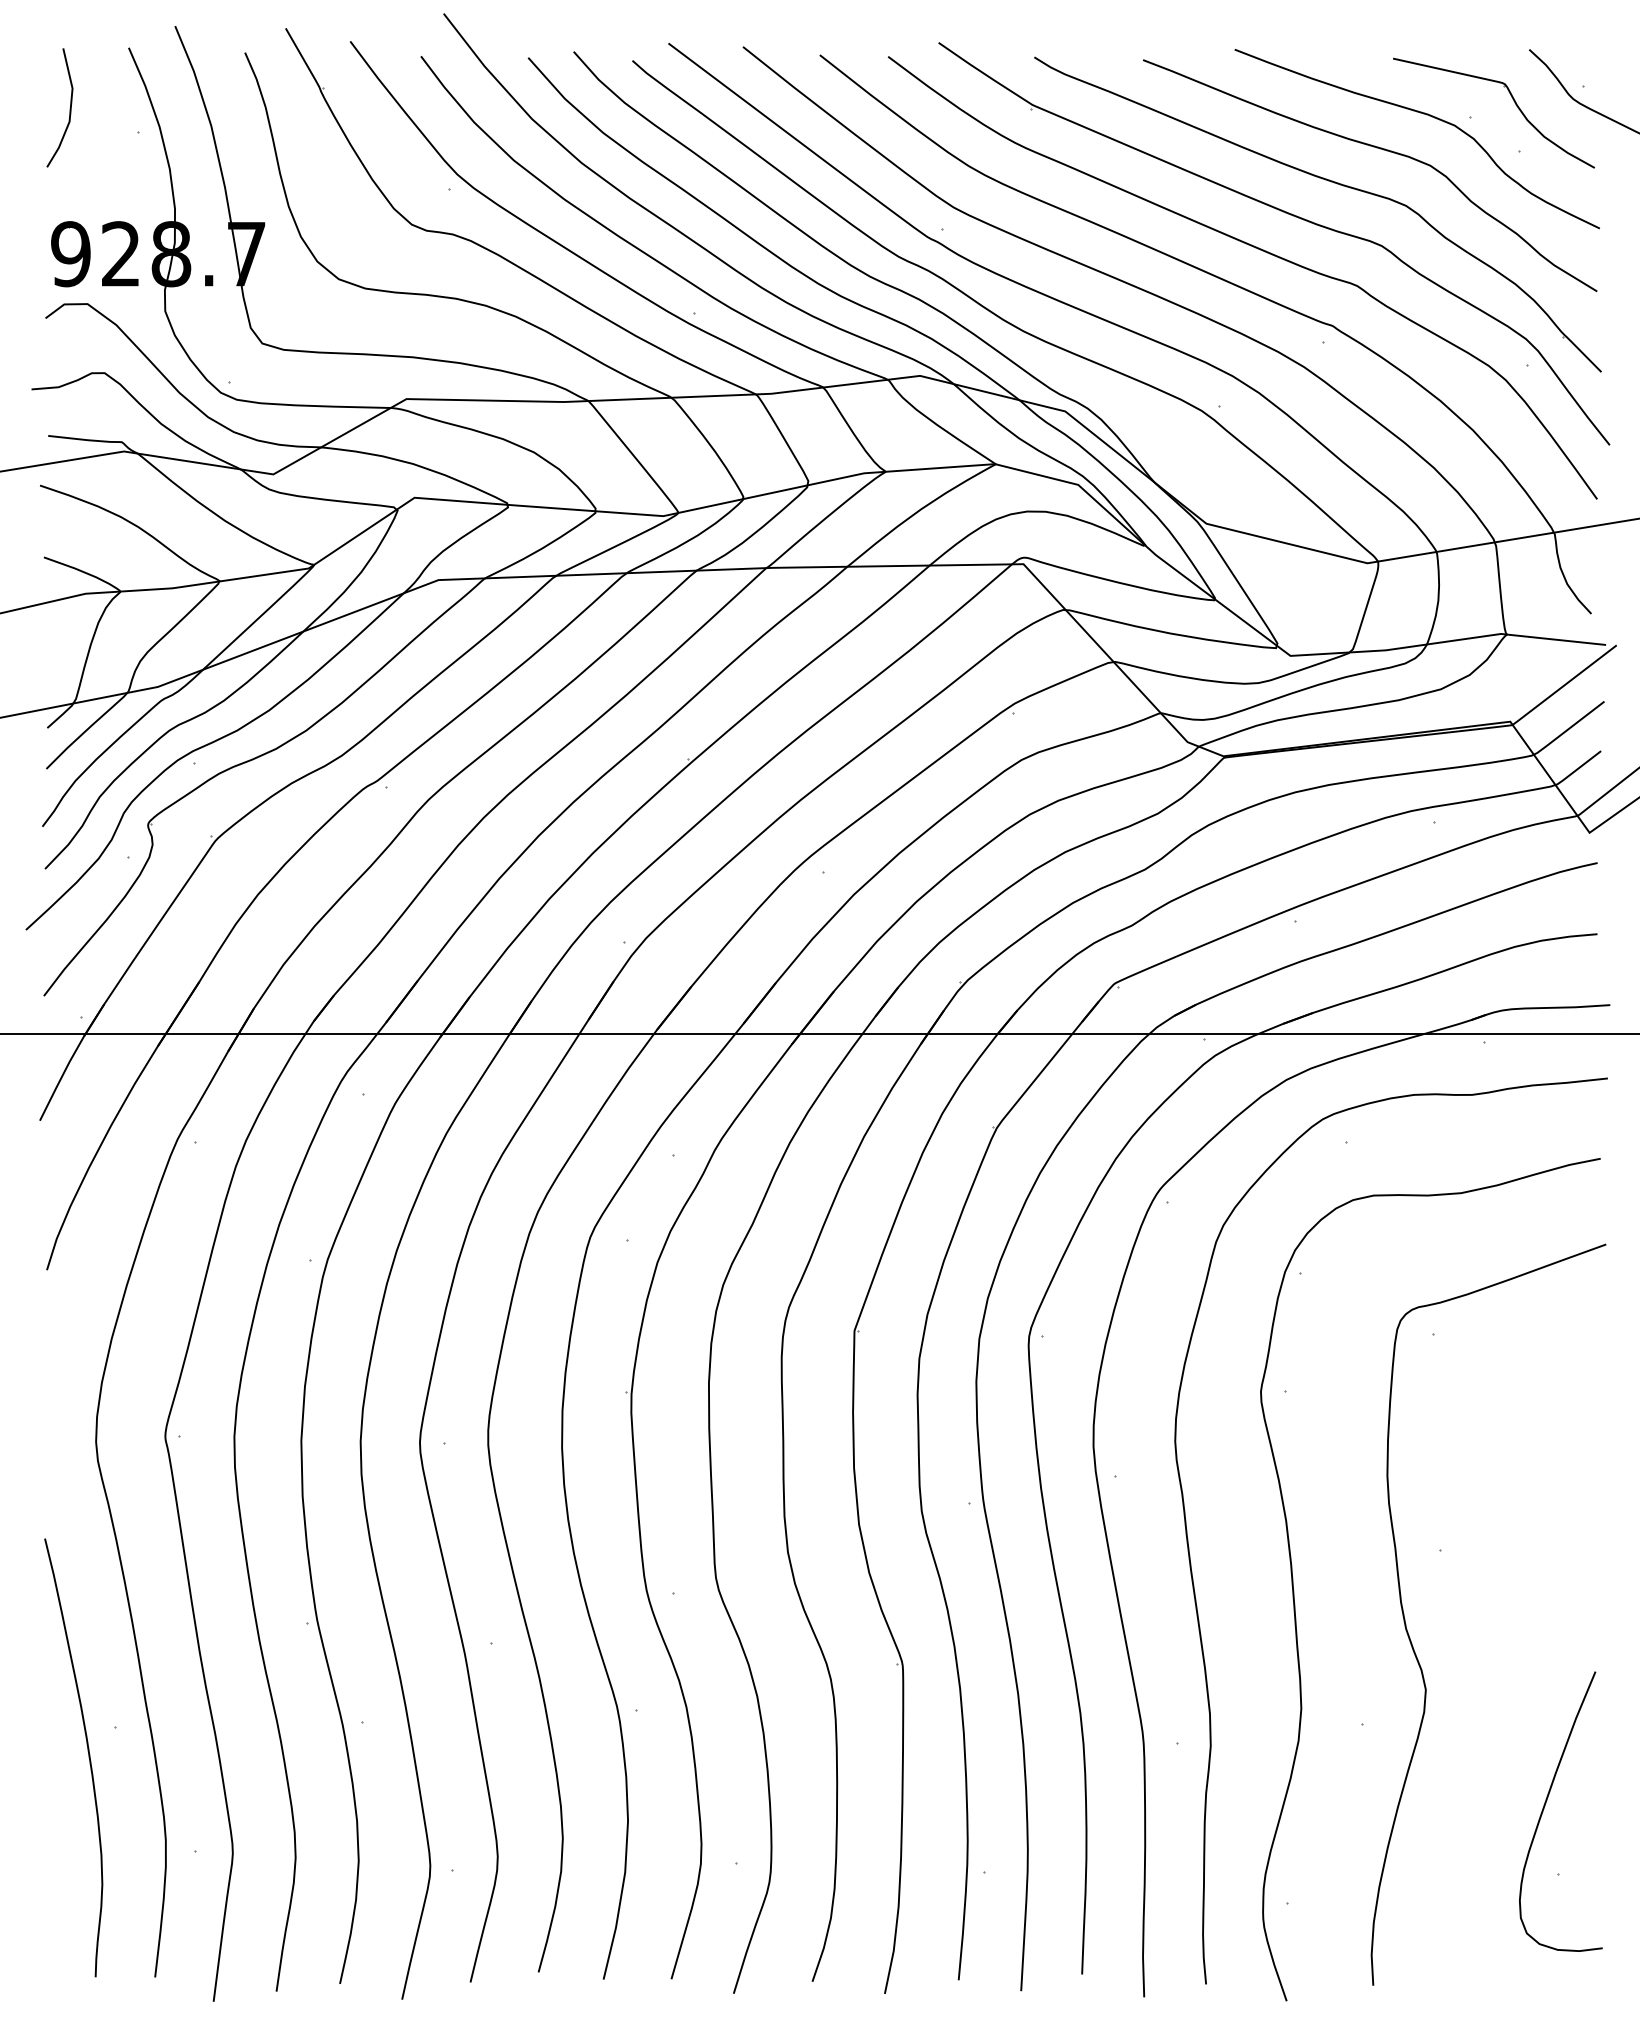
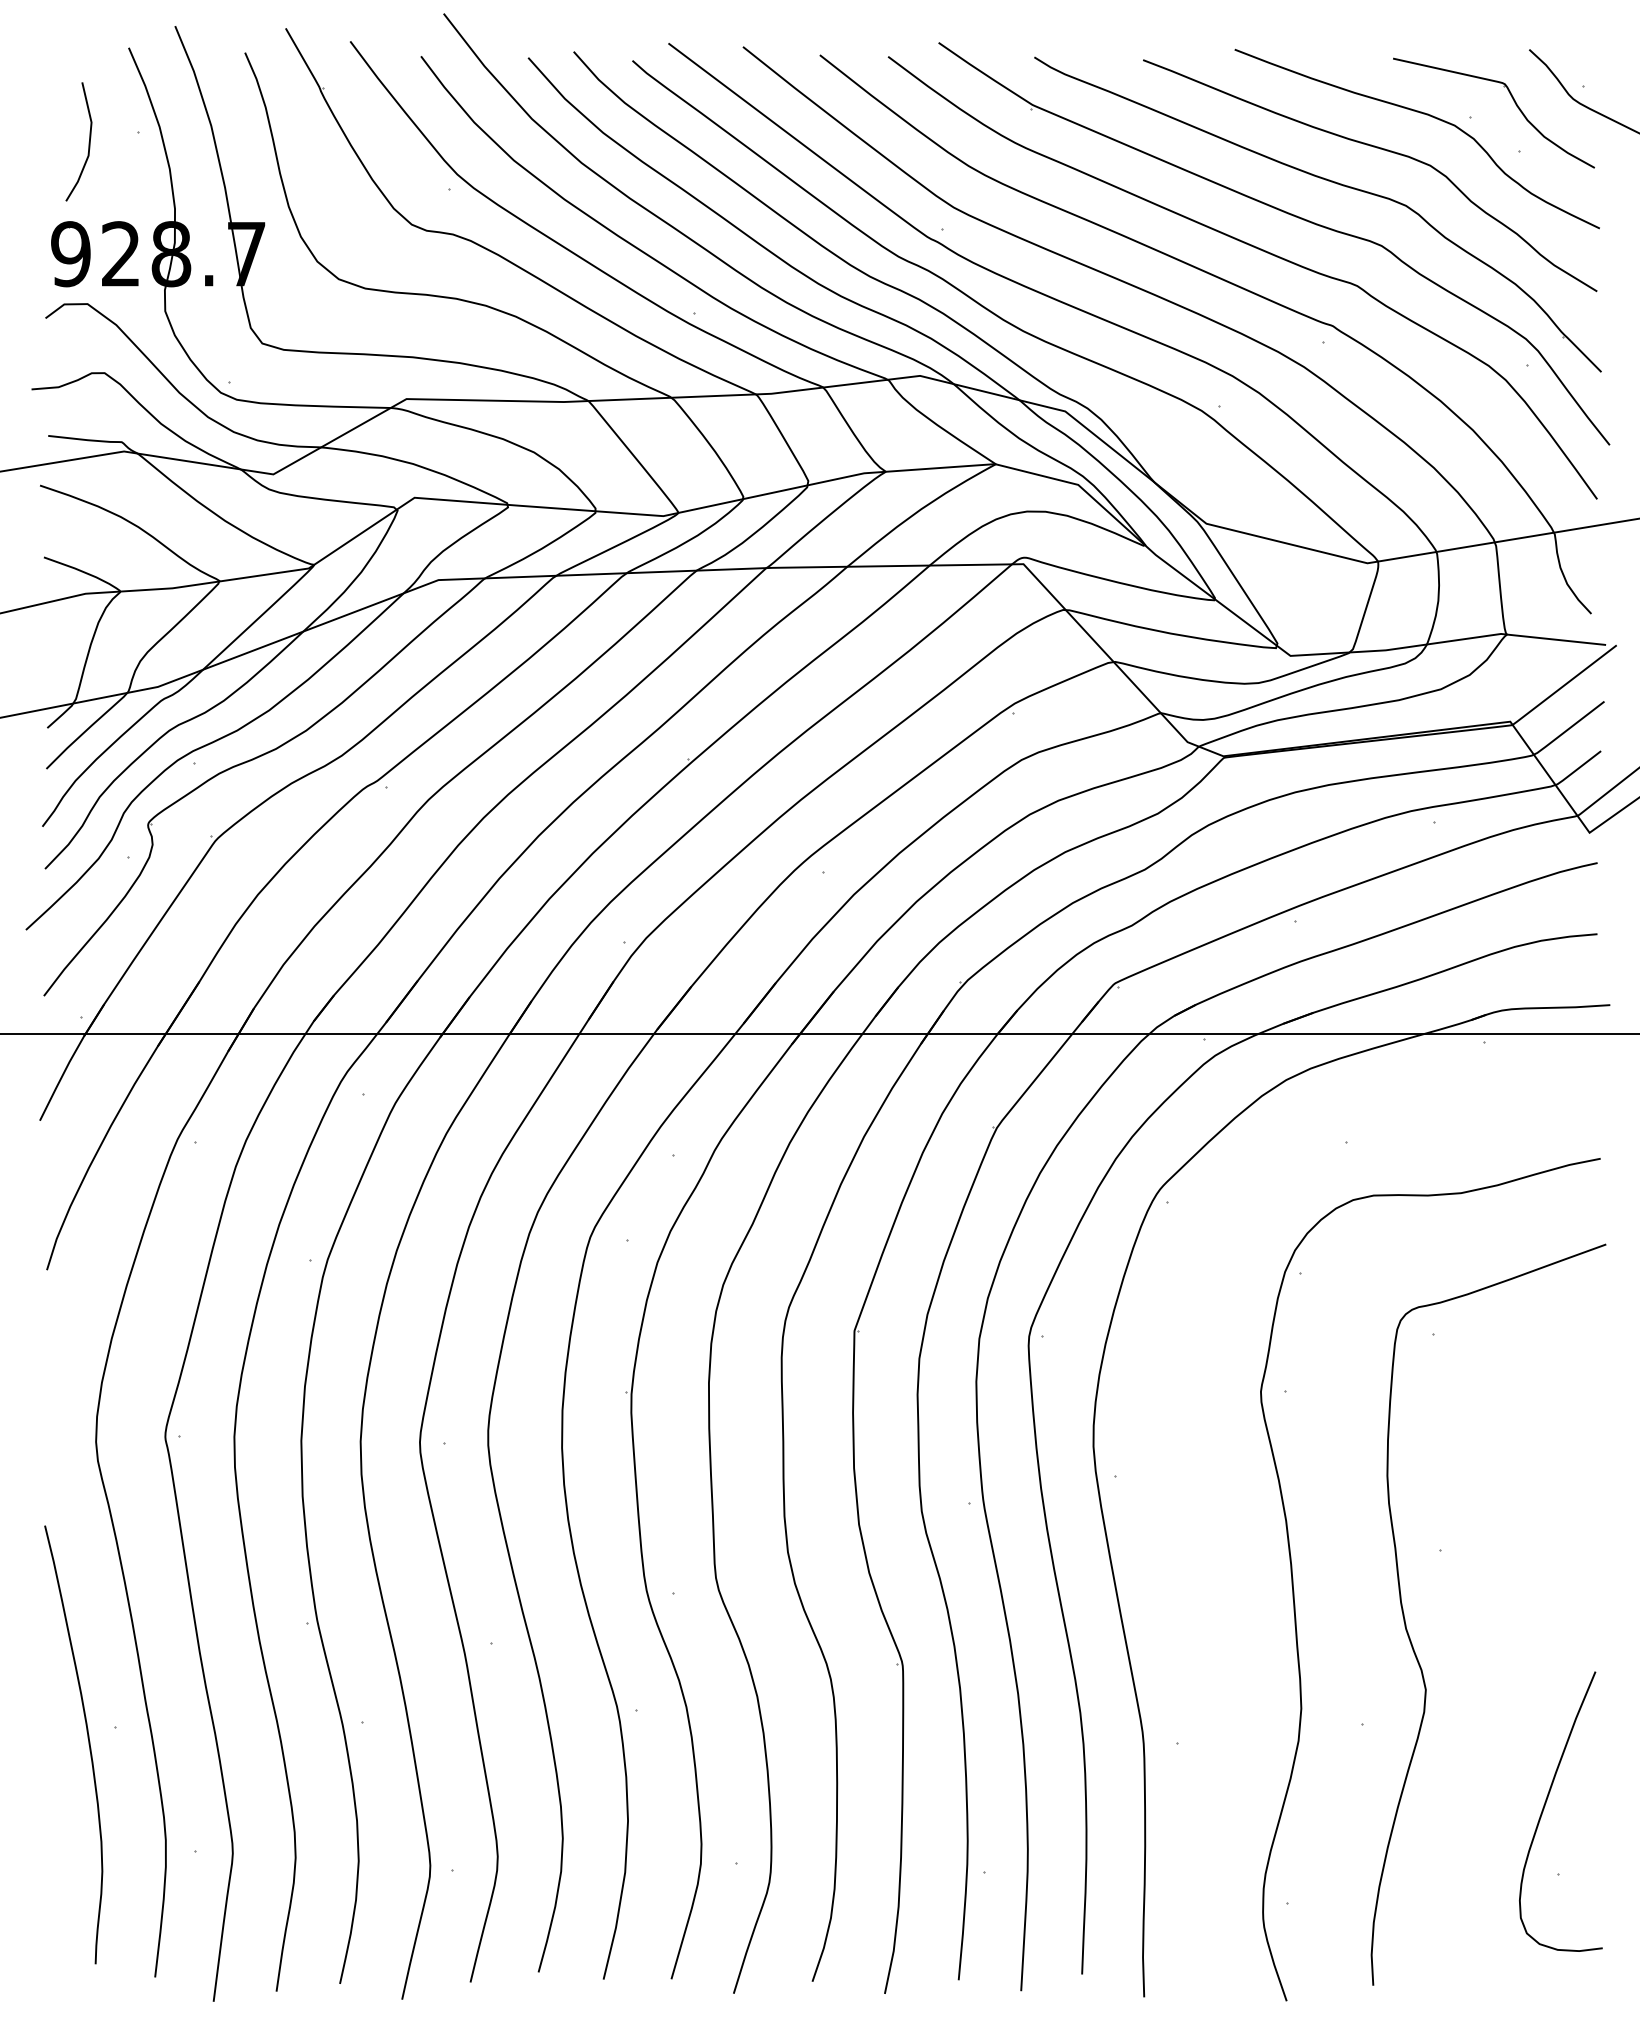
line at (69, 108) position: (69, 108) -> (88, 142)
curve at (1190, 1555): present -> none
curve at (88, 1757) position: (88, 1757) -> (88, 1744)
